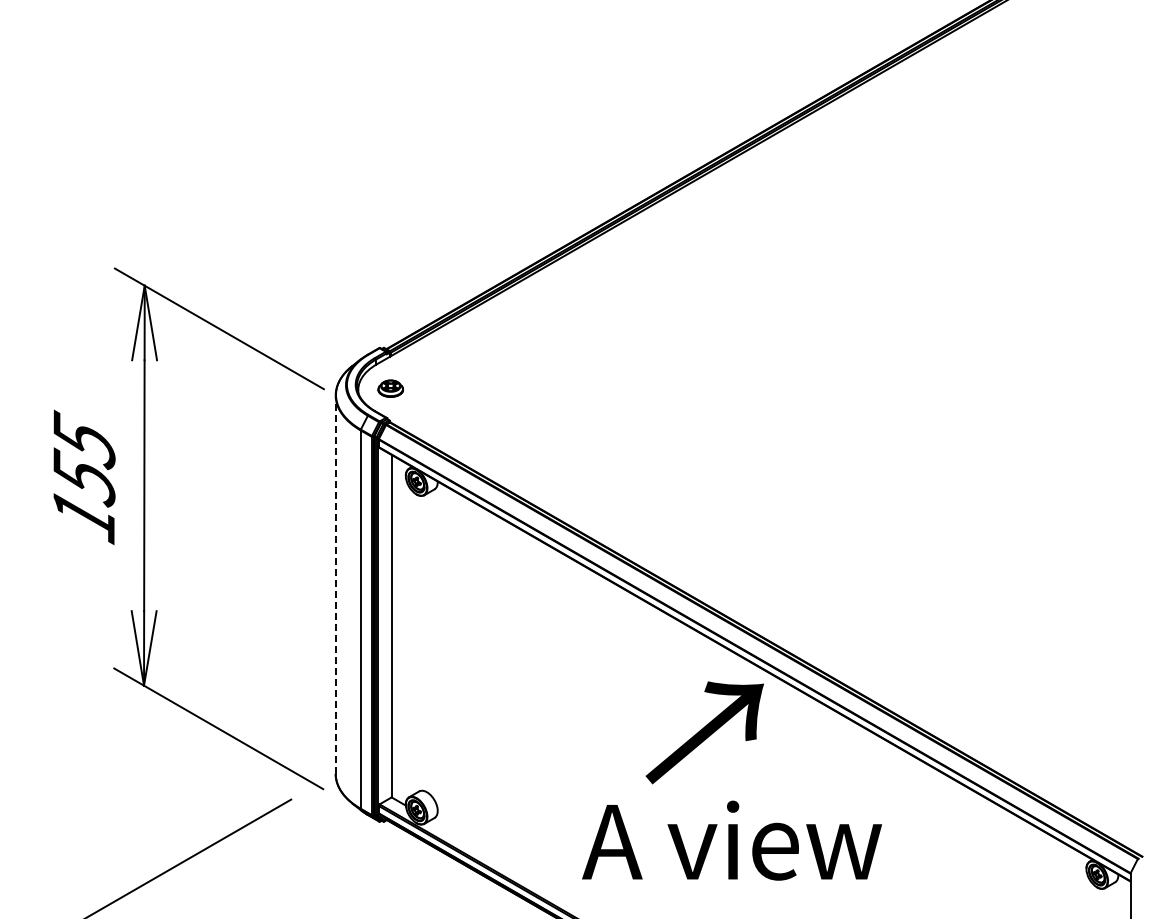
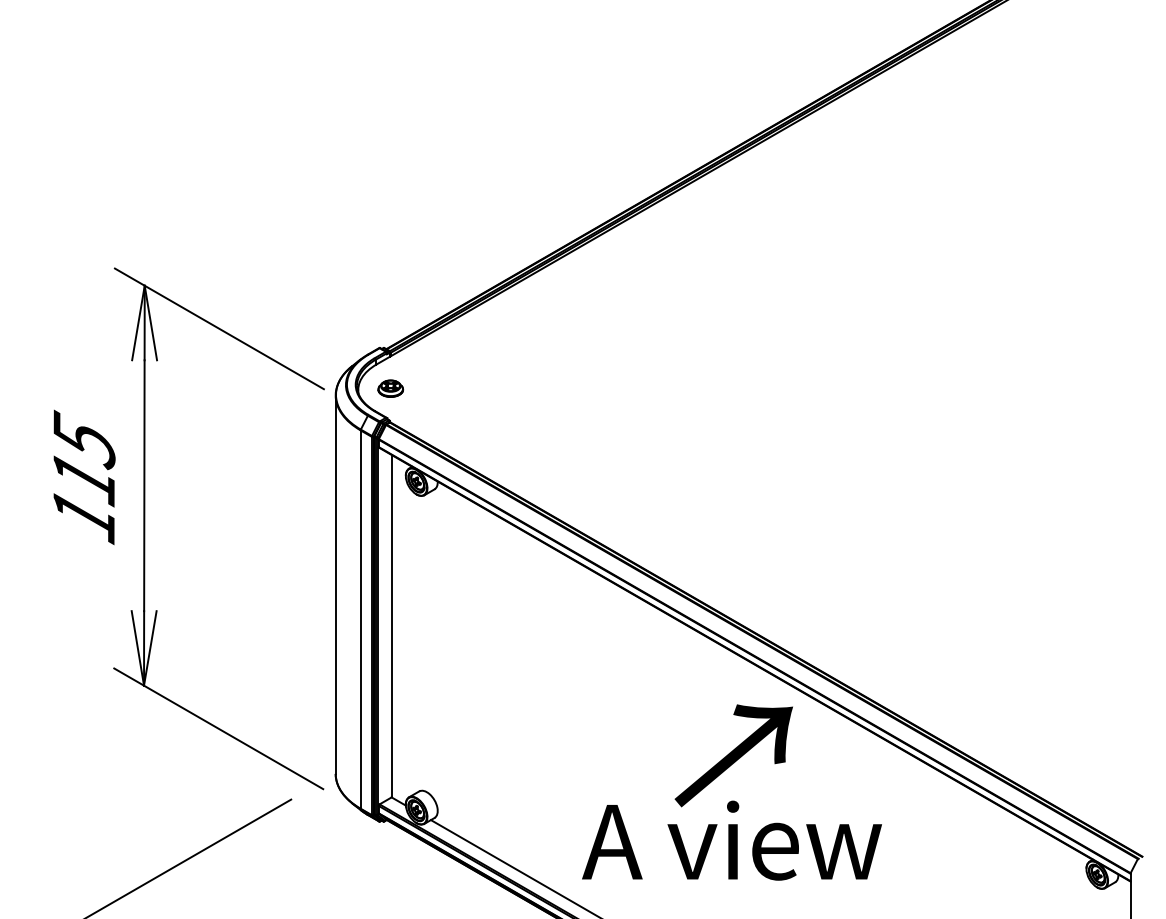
text at (84, 477): 155 -> 115
line at (335, 584): dashed -> solid
text at (704, 732) position: (704, 732) -> (733, 755)
line at (513, 867): none -> present
